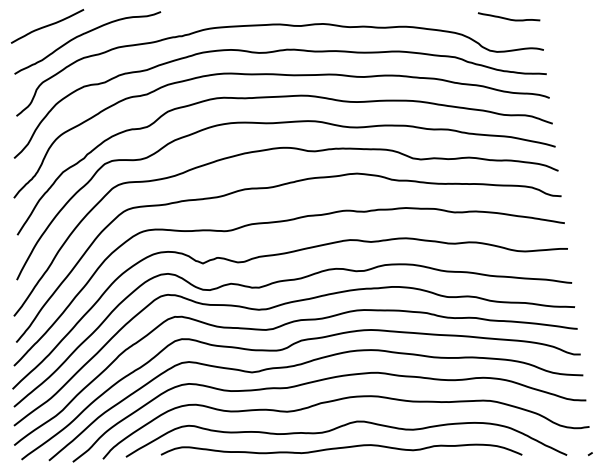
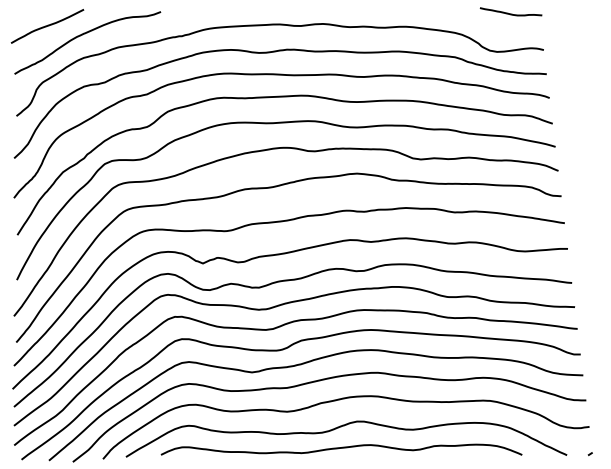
curve at (508, 18) position: (508, 18) -> (510, 13)
